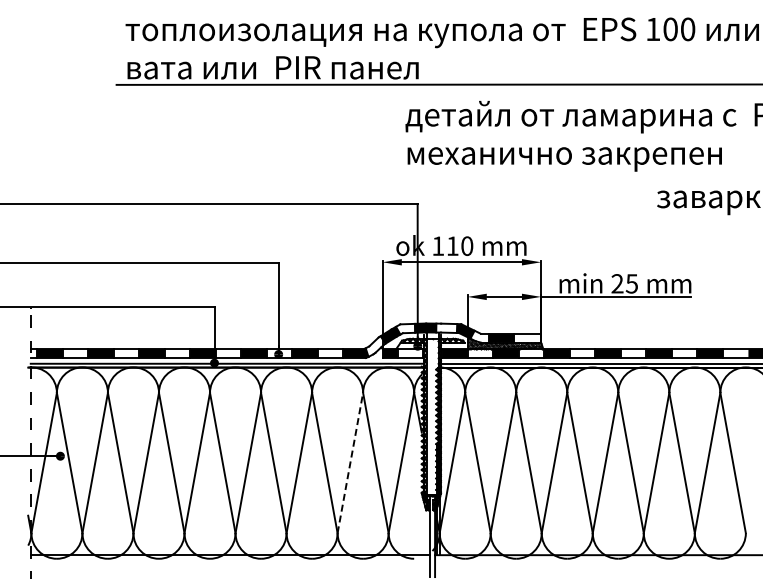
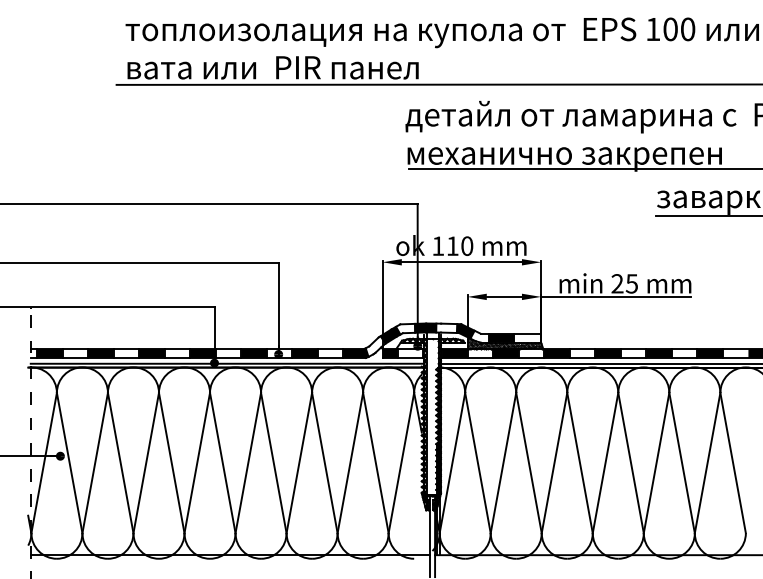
line at (584, 169): none -> present
line at (707, 215): none -> present
line at (350, 462): dashed -> solid
